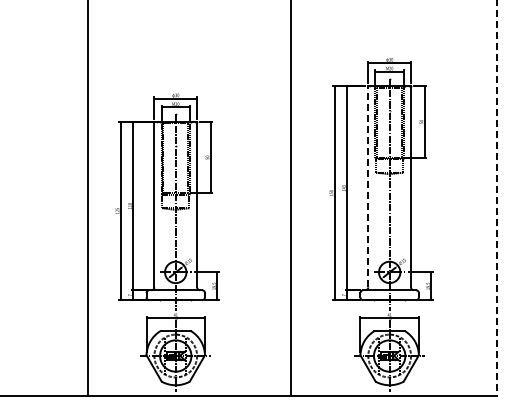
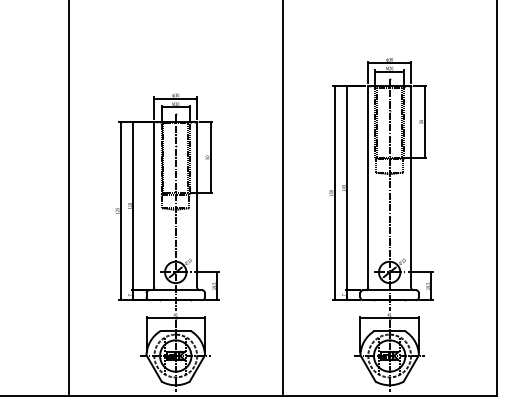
line at (368, 186): dashed -> solid
line at (496, 197): dashed -> solid
line at (87, 198) position: (87, 198) -> (68, 198)
line at (290, 198) position: (290, 198) -> (282, 198)
